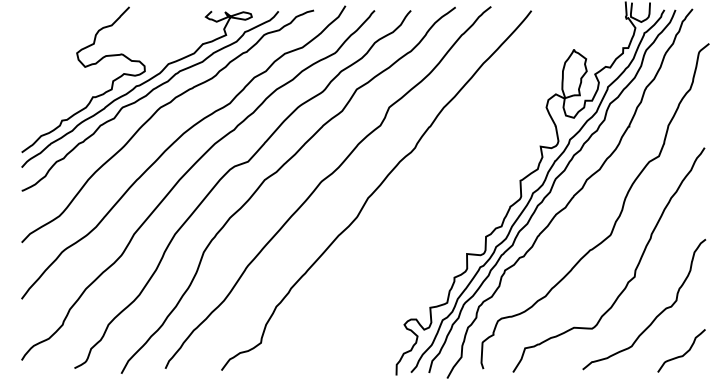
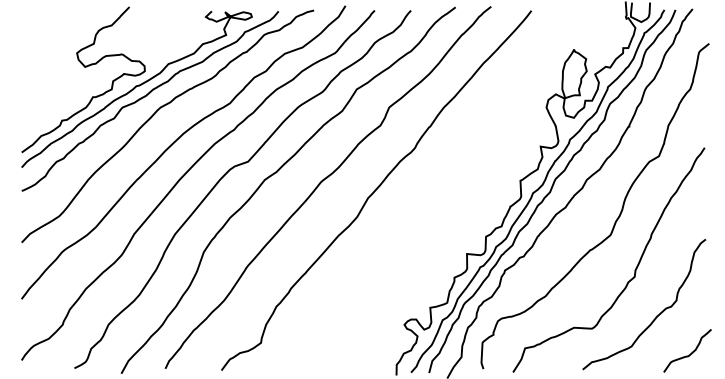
curve at (684, 353) position: (684, 353) -> (690, 353)
